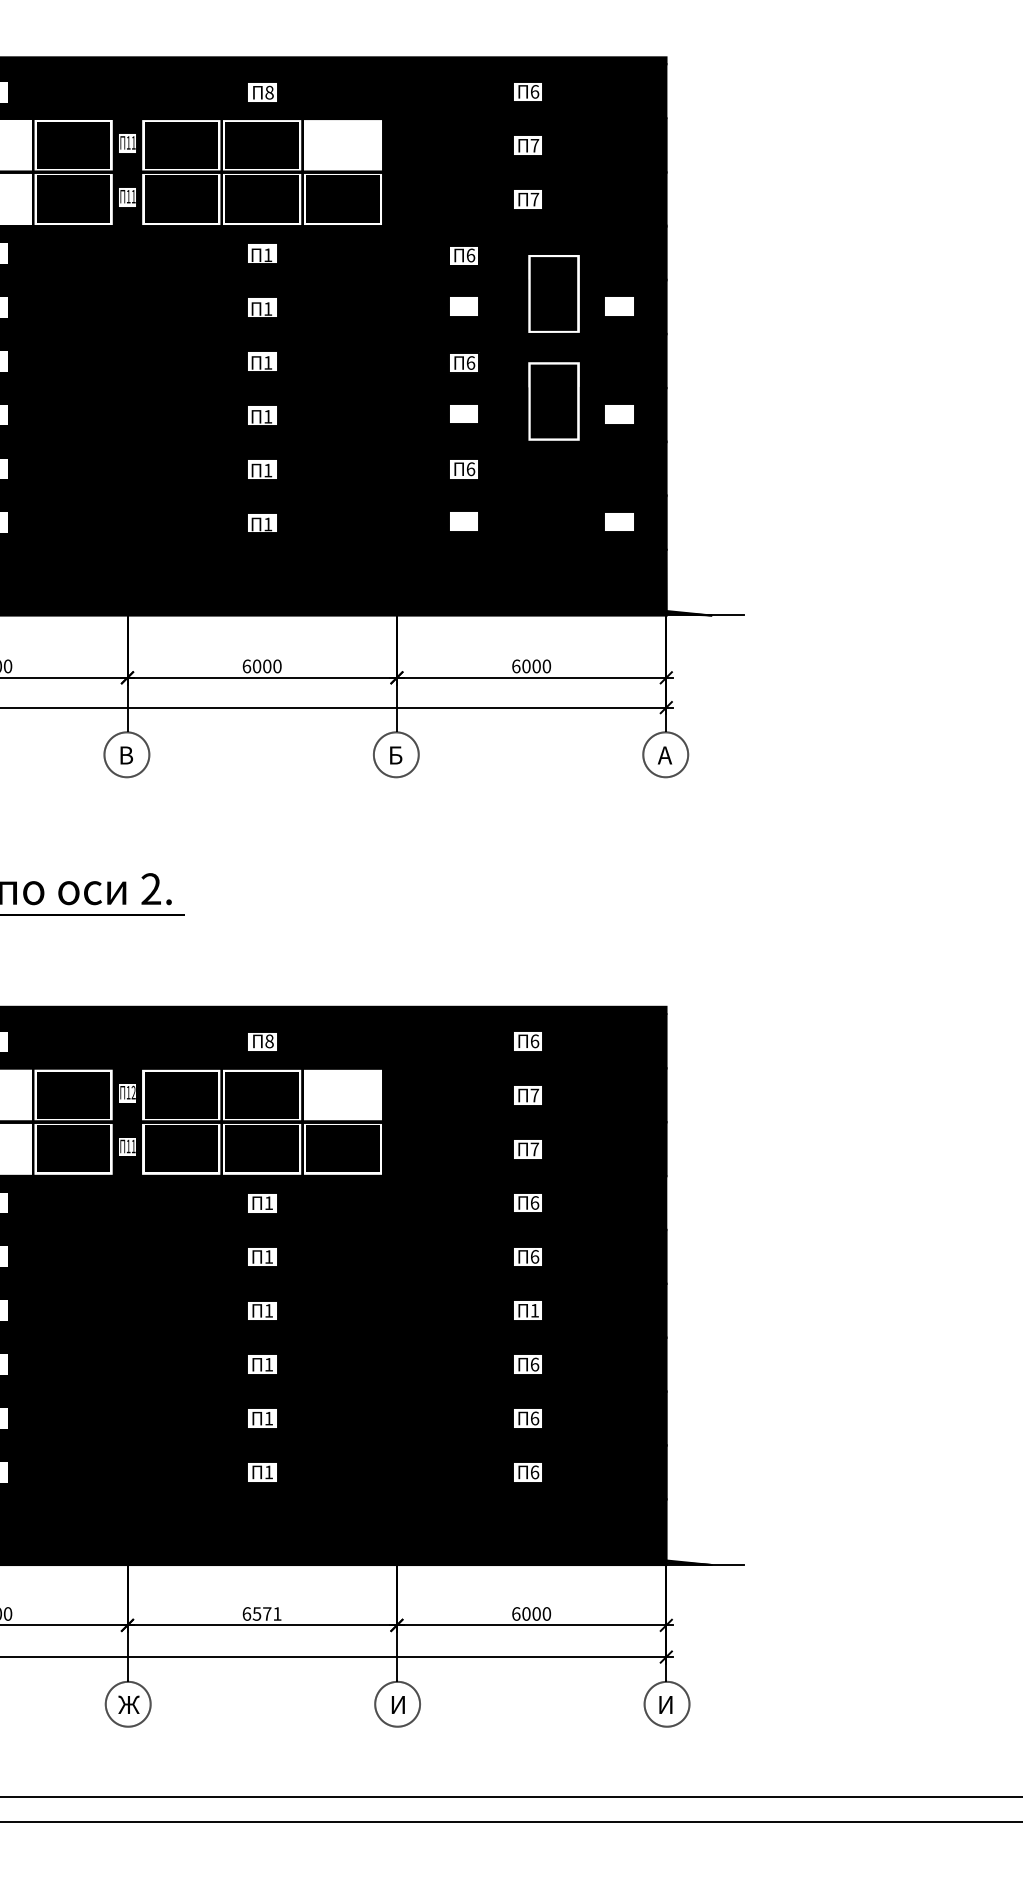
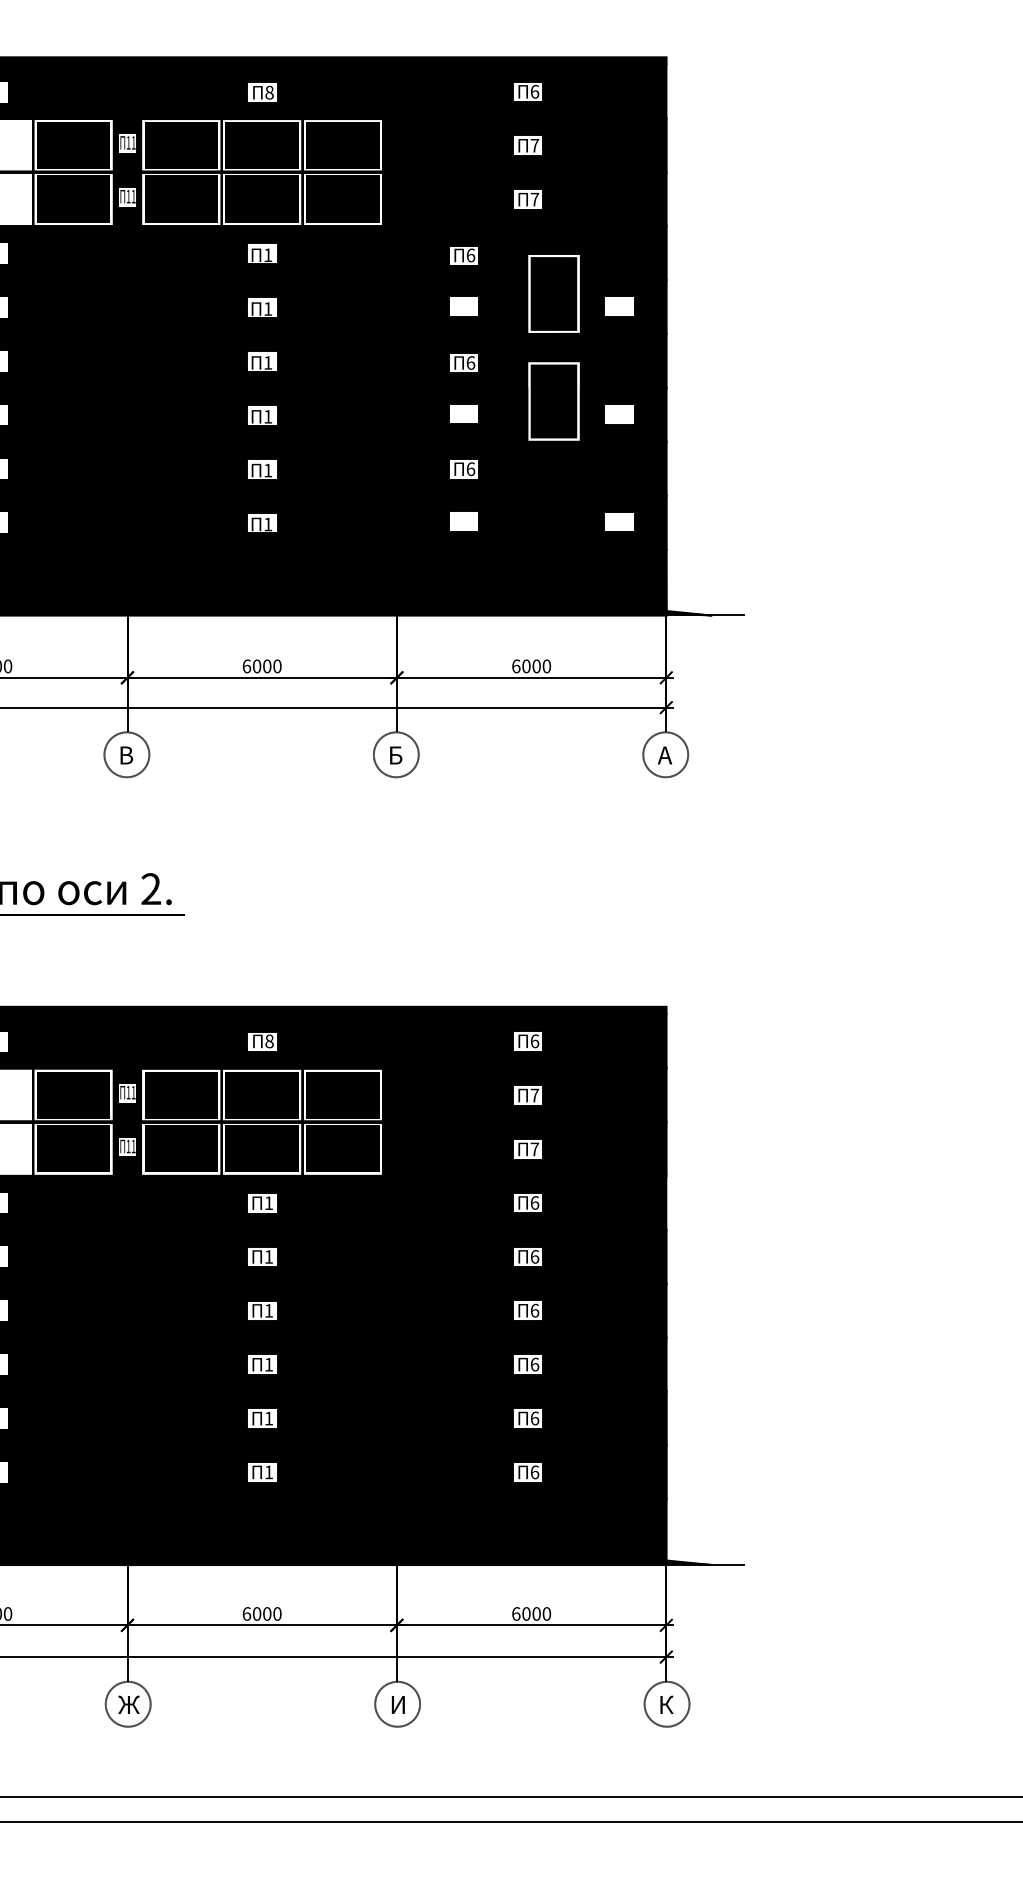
fill at (342, 145): none -> present
text at (133, 1092): 12 -> 11
fill at (342, 1094): none -> present
text at (535, 1310): 1 -> 6
text at (266, 1613): 6571 -> 6000
text at (666, 1704): И -> К
